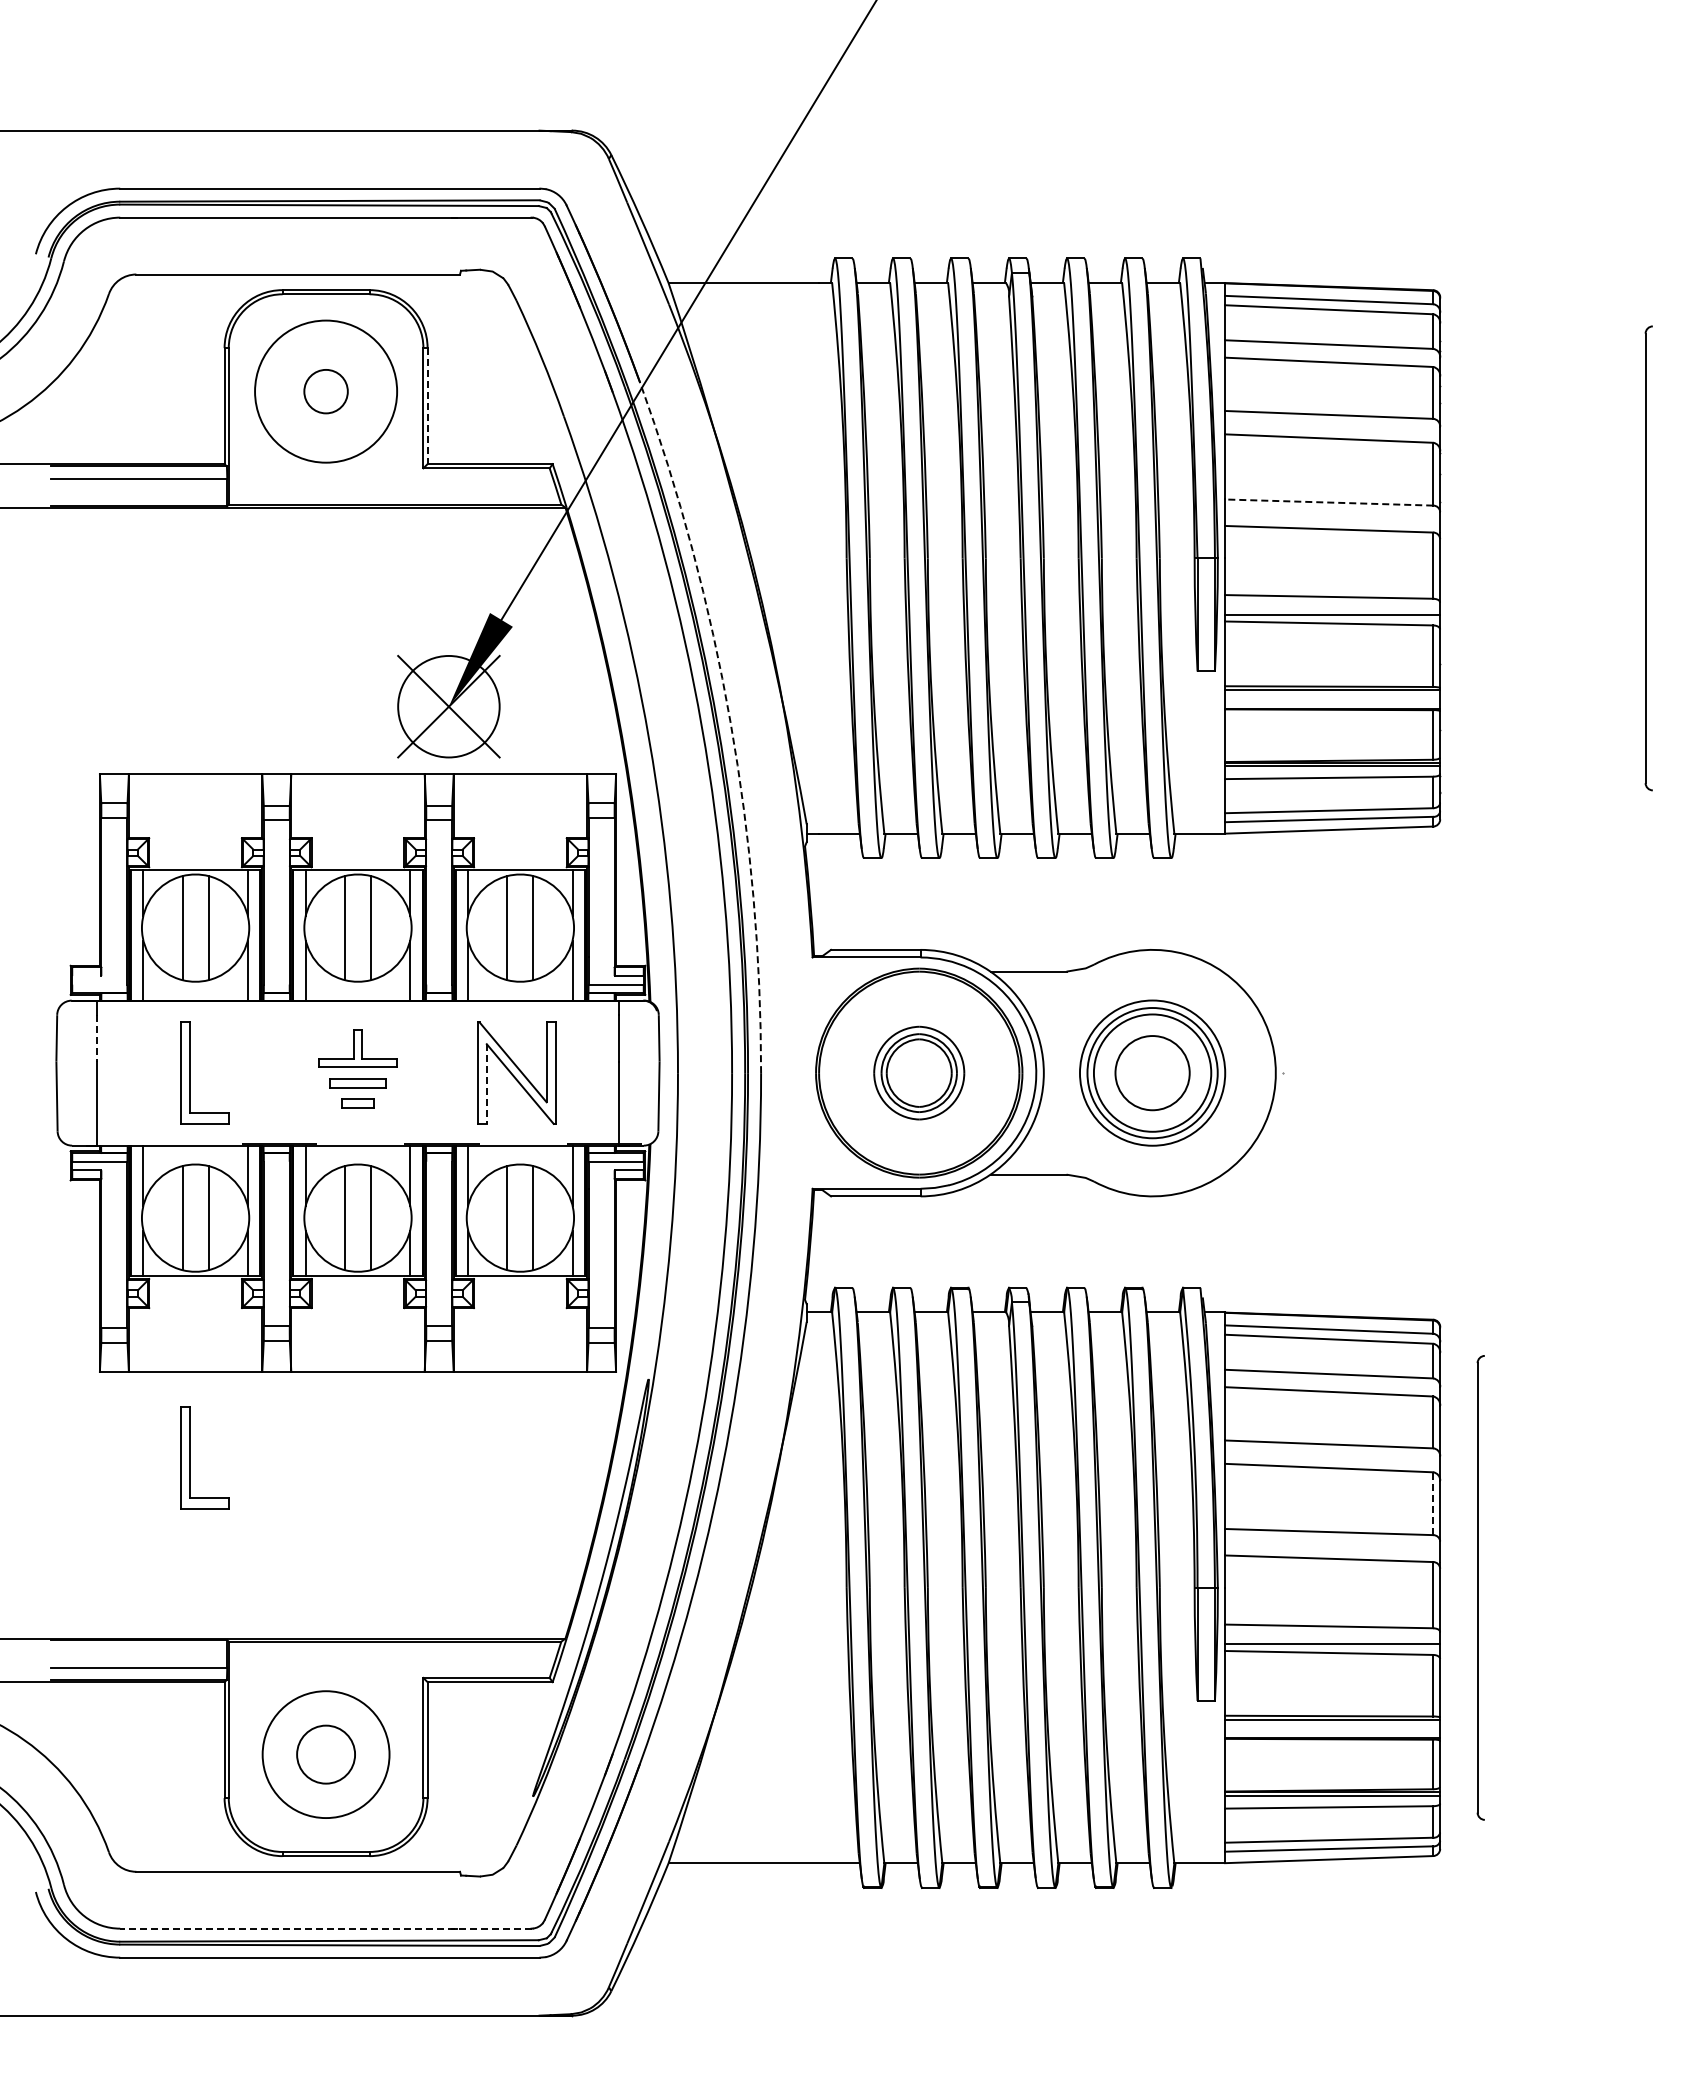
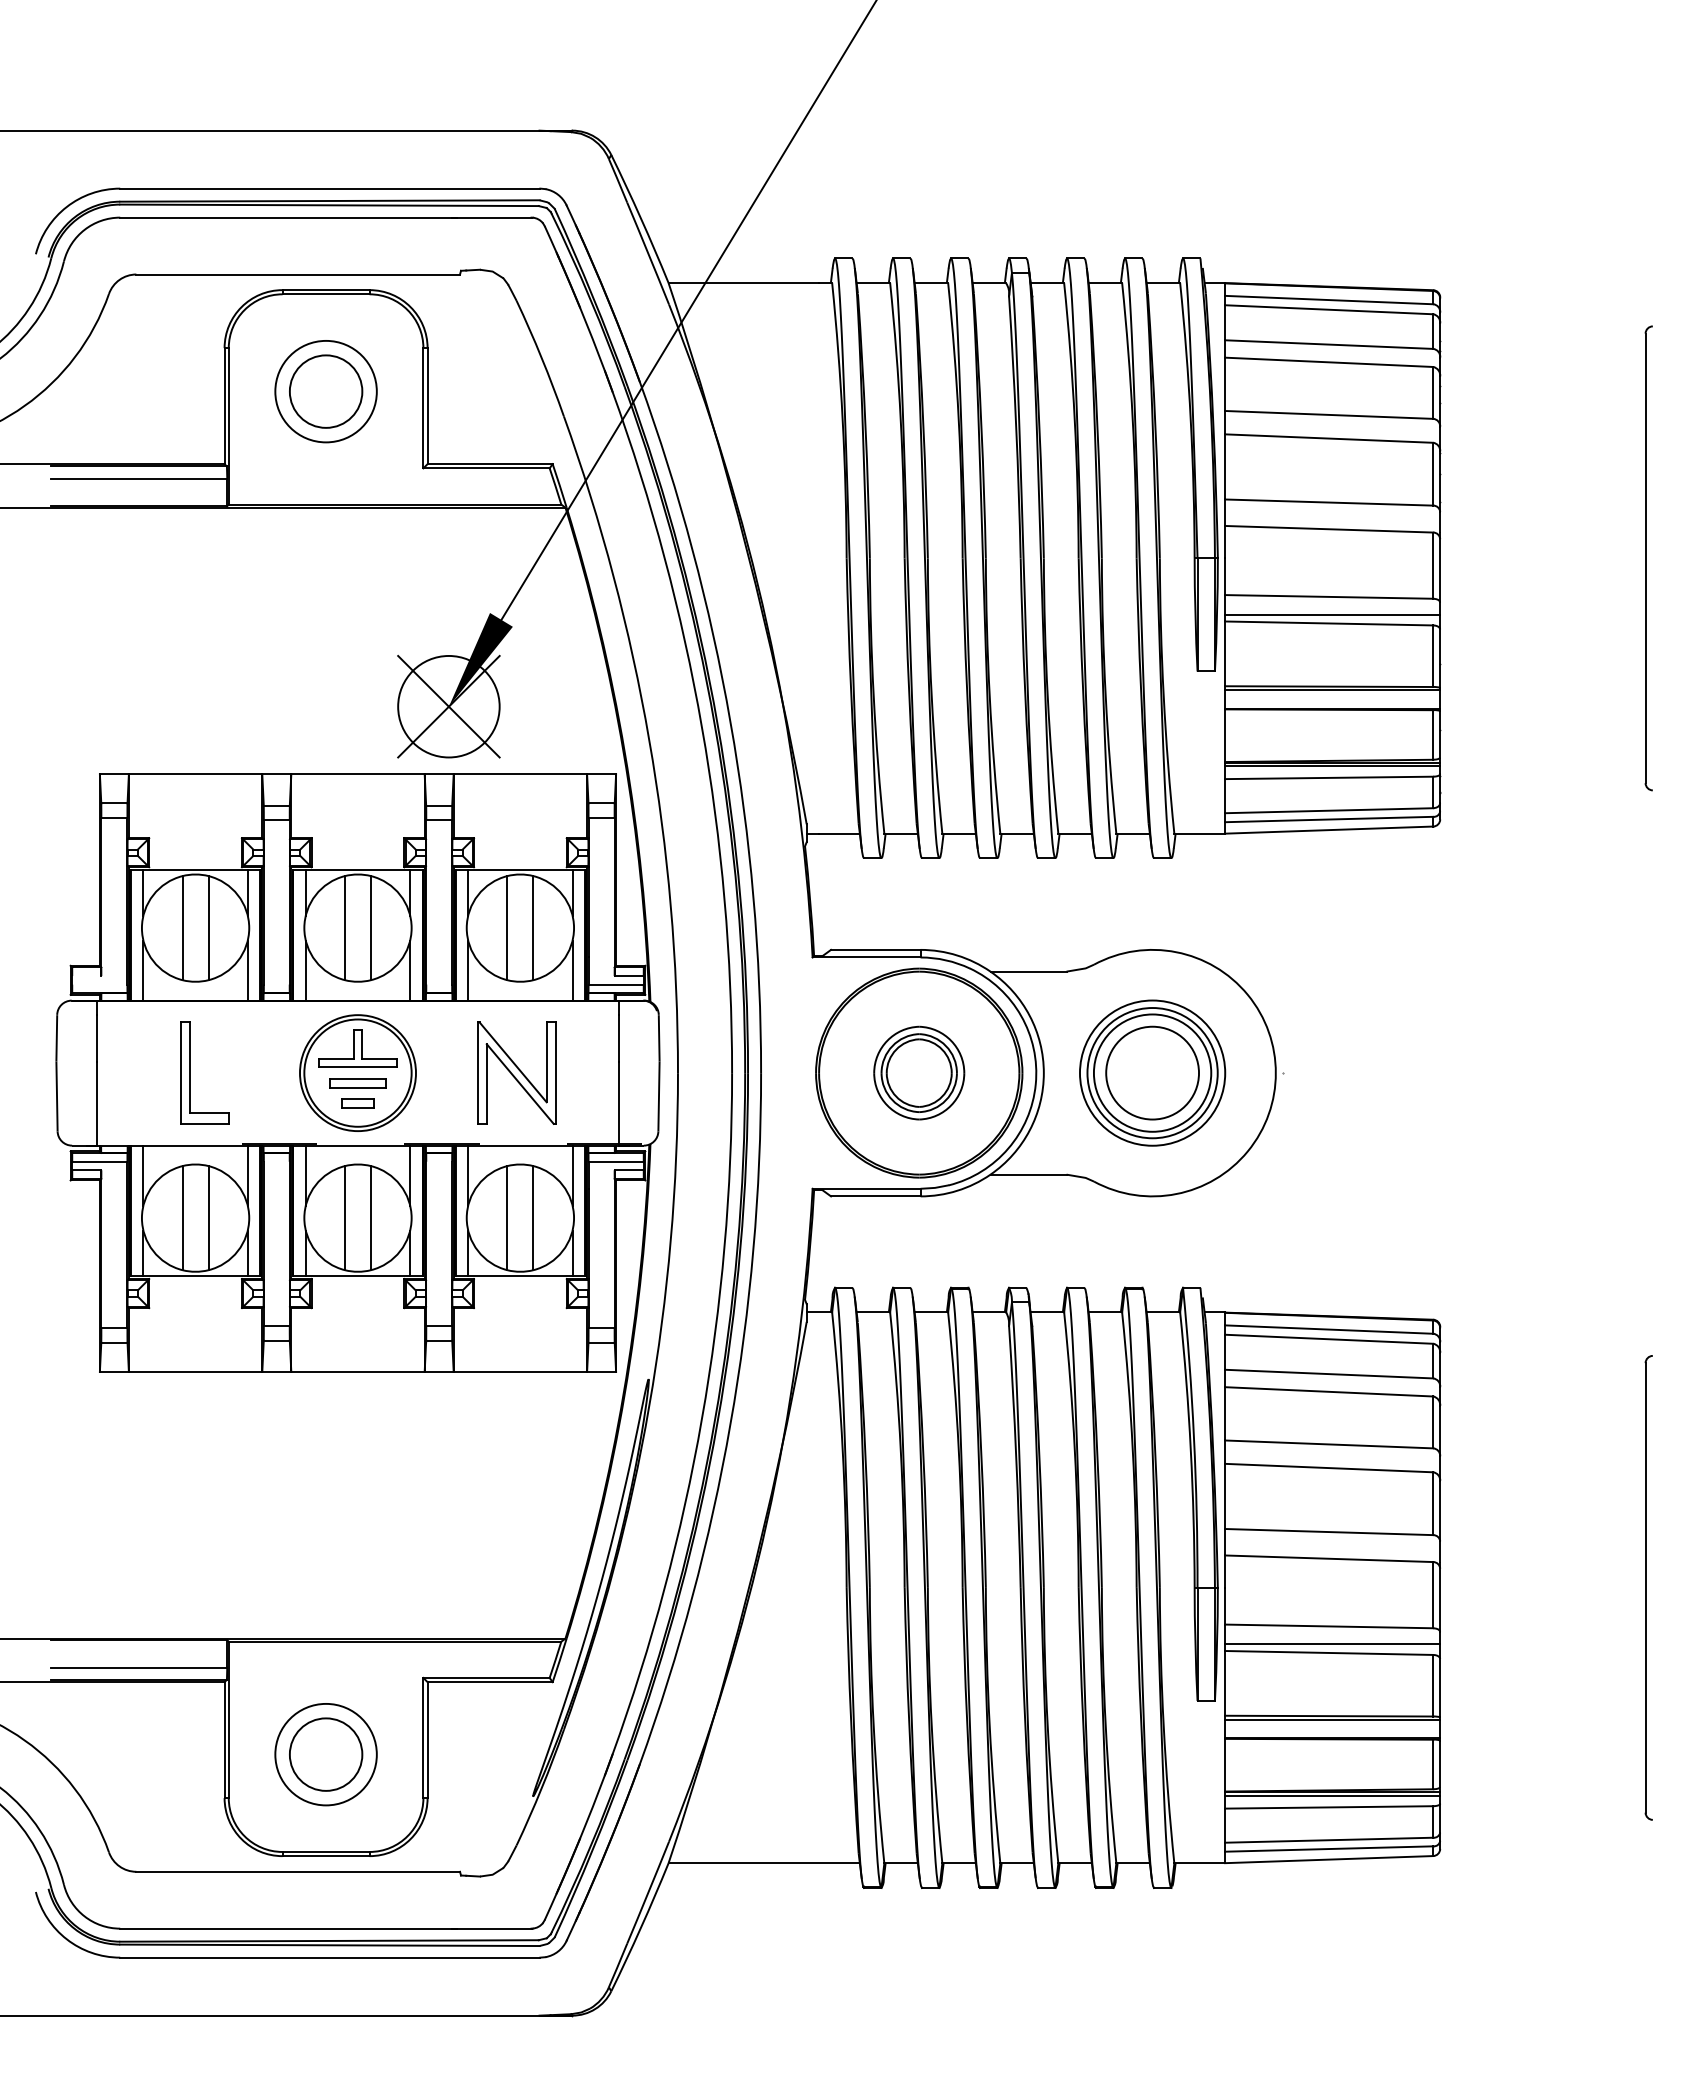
circle at (325, 391) diameter: 44 px -> 73 px
circle at (326, 391) diameter: 142 px -> 102 px
line at (427, 406): dashed -> solid
line at (1328, 502): dashed -> solid
arc at (730, 721): dashed -> solid
line at (97, 1038): dashed -> solid
part at (357, 1072): none -> present
circle at (1152, 1073) diameter: 74 px -> 93 px
line at (486, 1084): dashed -> solid
part at (190, 1457): present -> none
line at (1433, 1503): dashed -> solid
part at (1480, 1587) position: (1480, 1587) -> (1648, 1587)
circle at (325, 1754) diameter: 127 px -> 102 px
circle at (326, 1754) diameter: 58 px -> 73 px
line at (325, 1928): dashed -> solid
